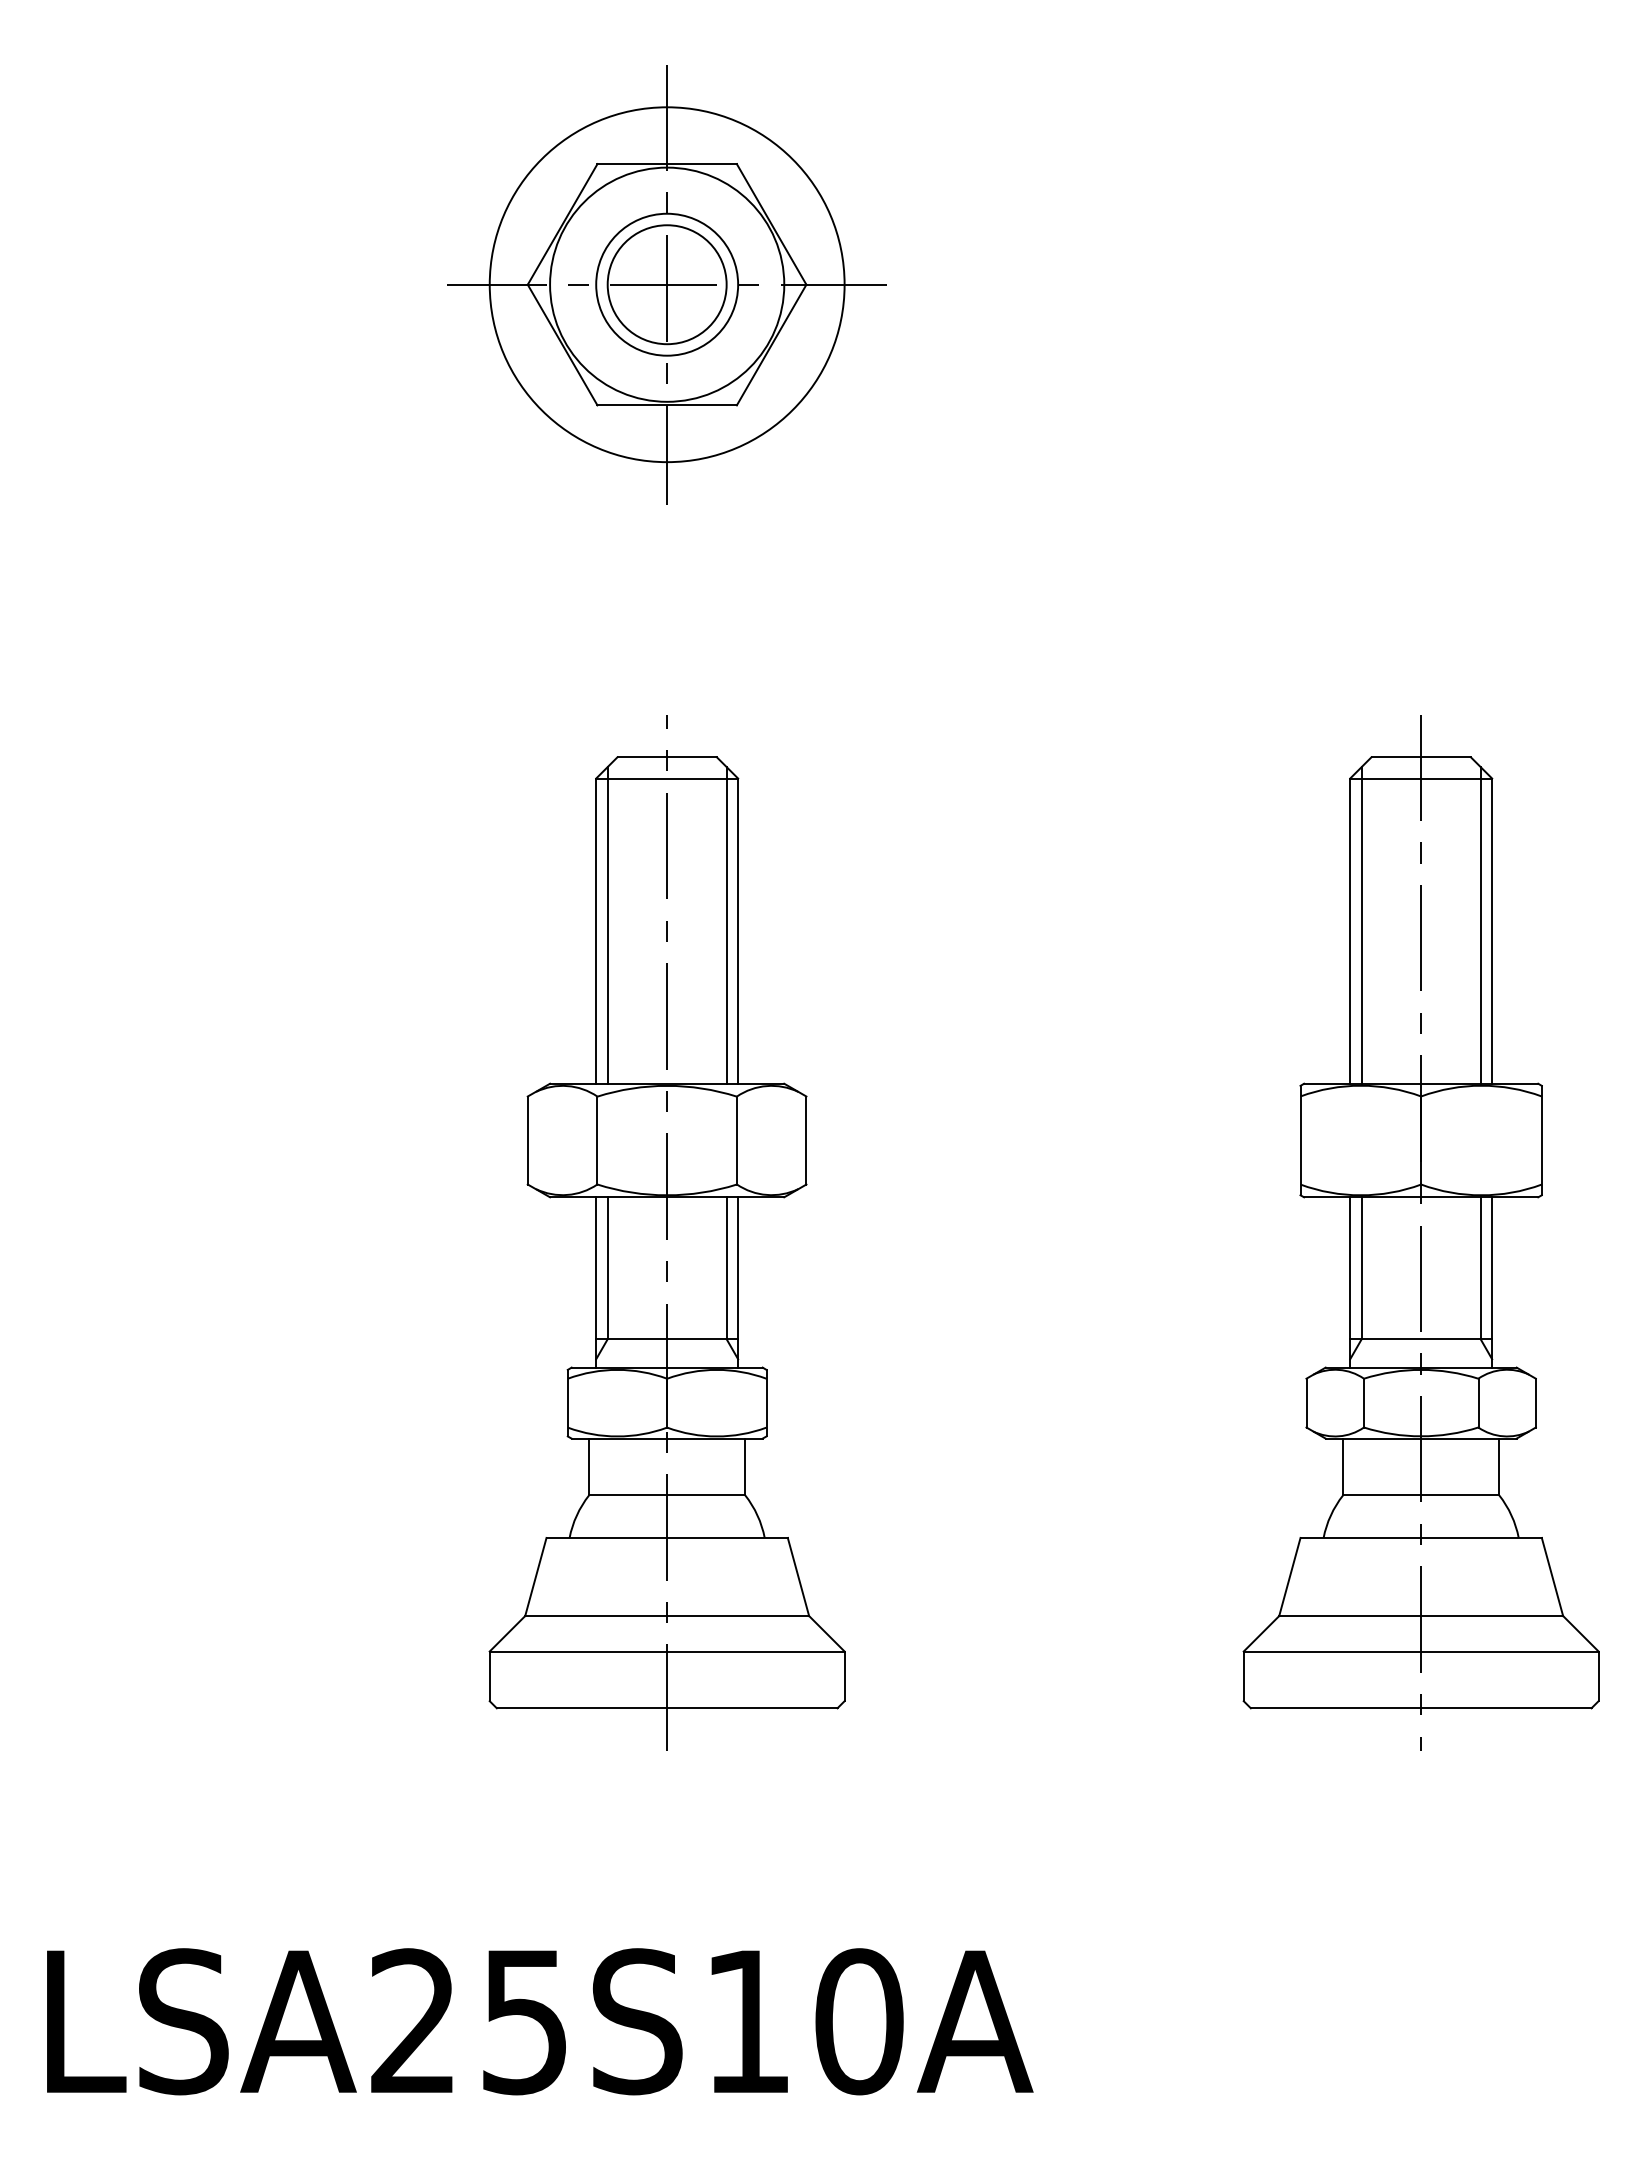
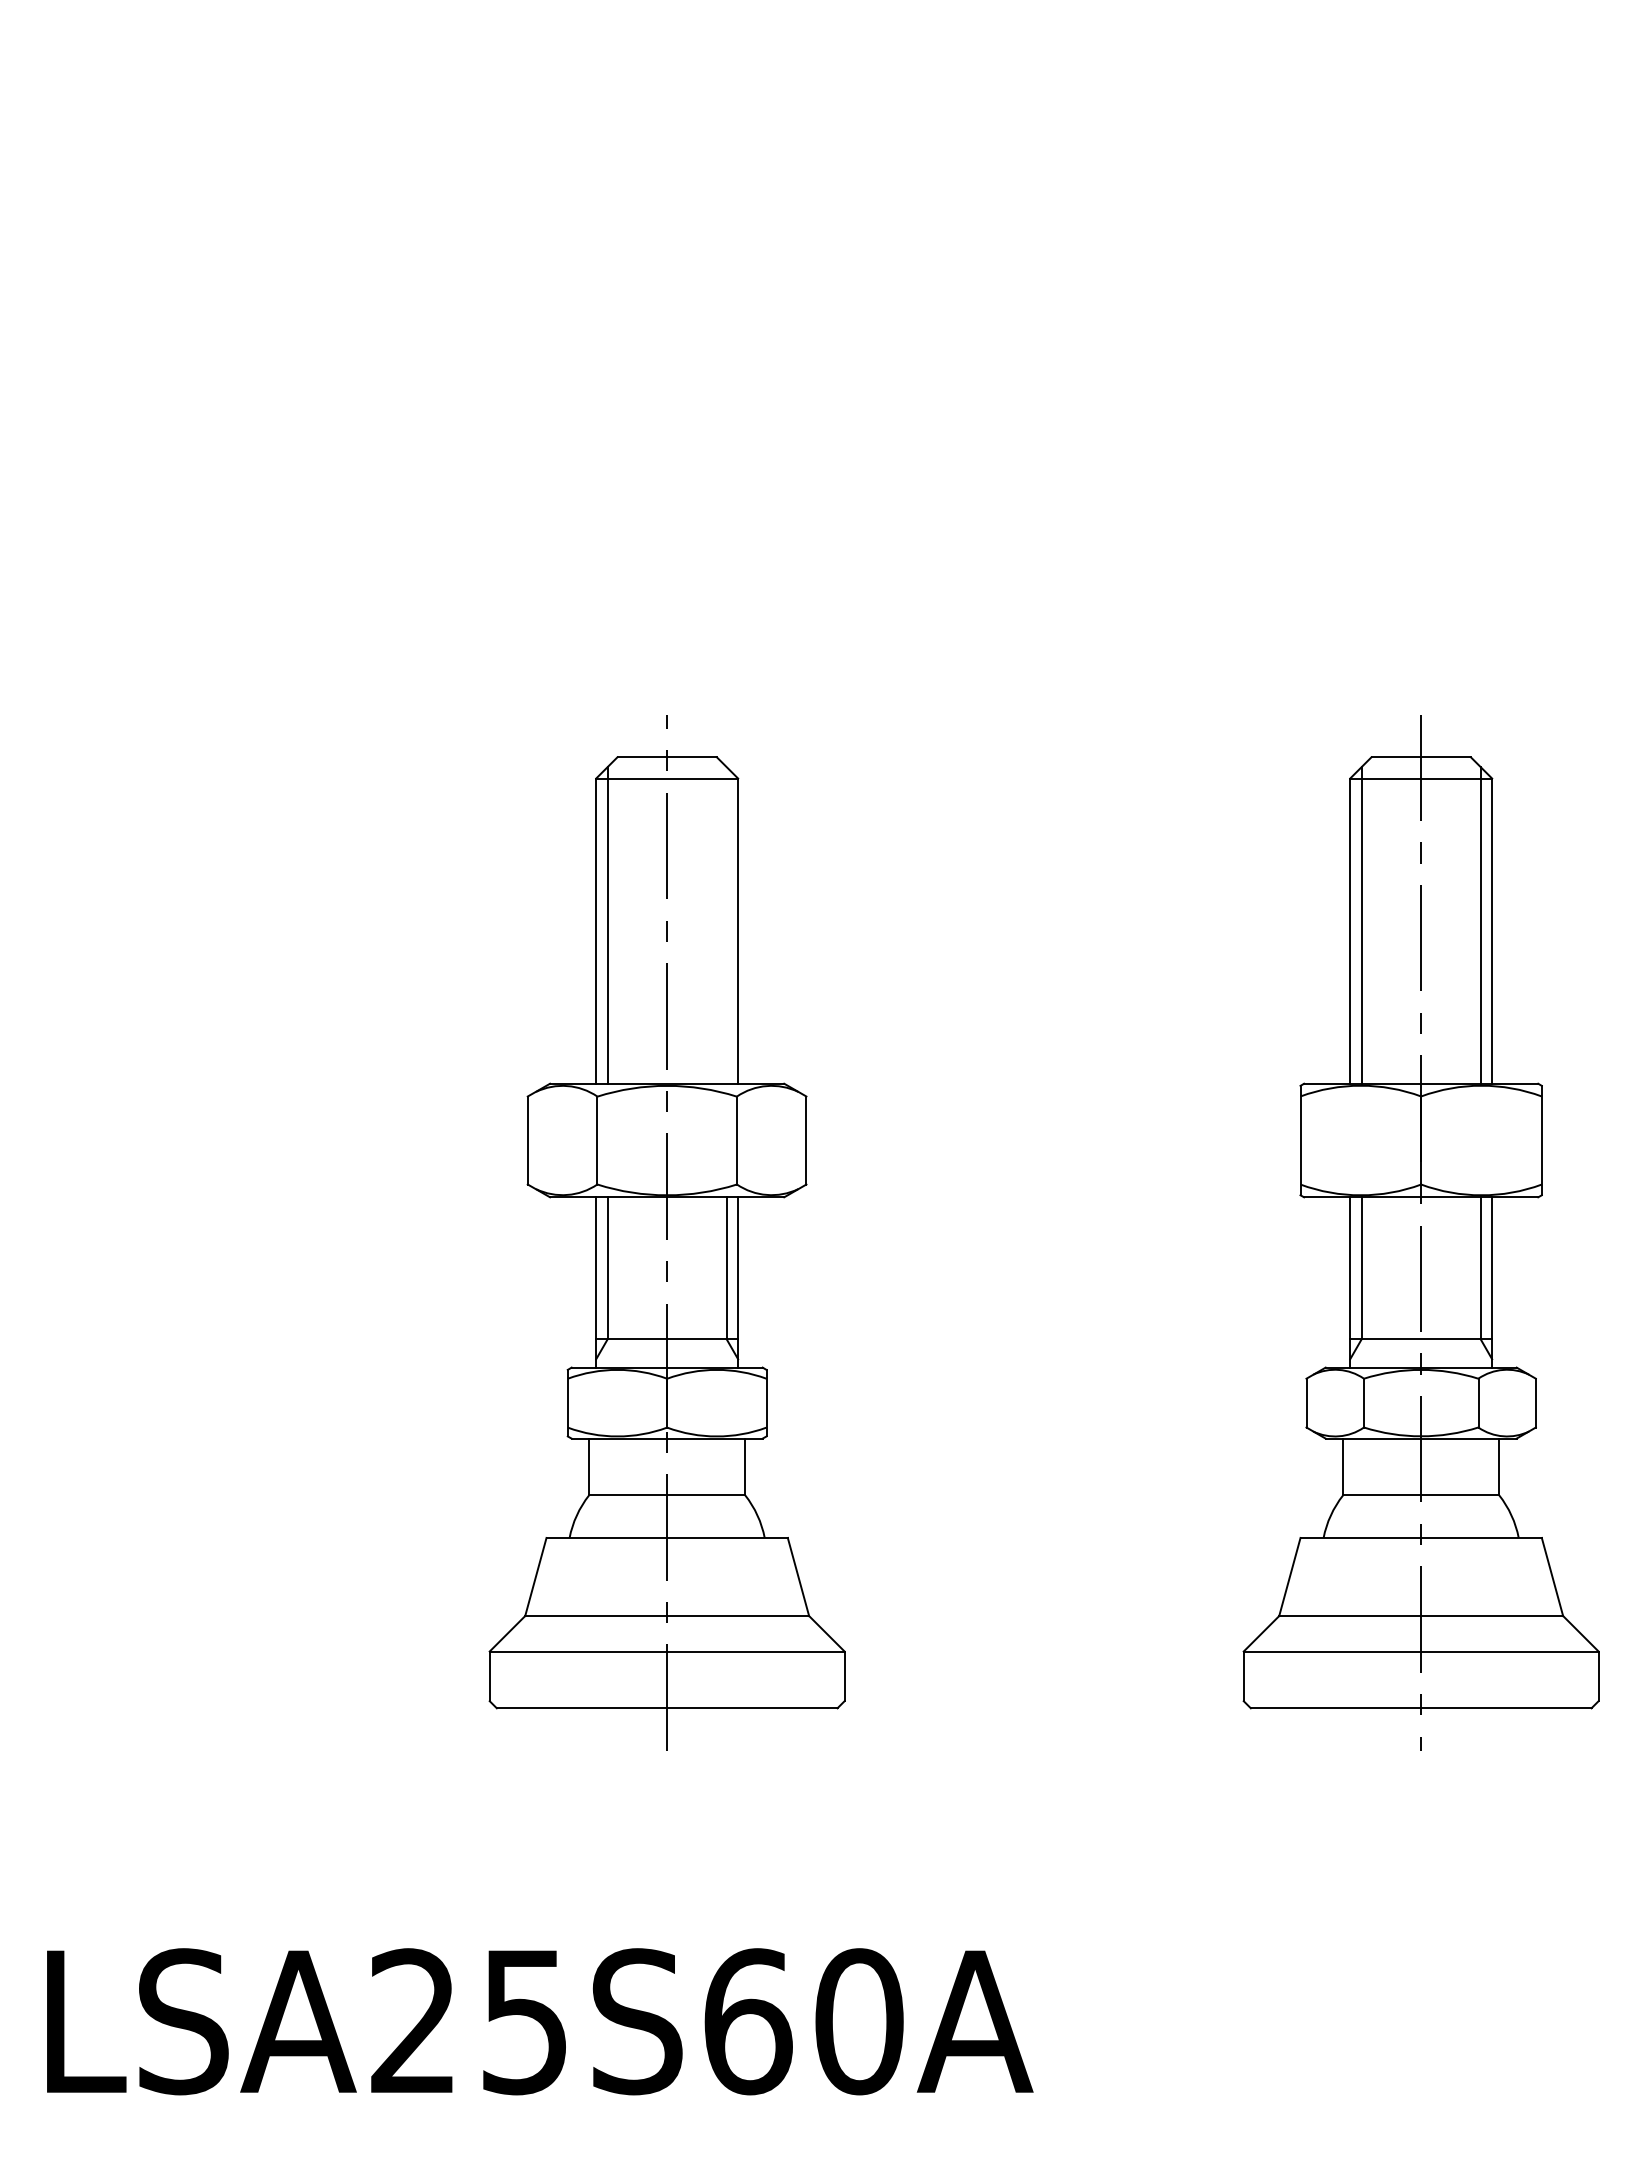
part at (666, 284): present -> none
line at (726, 925): present -> none
text at (748, 2021): LSA25S10A -> LSA25S60A
